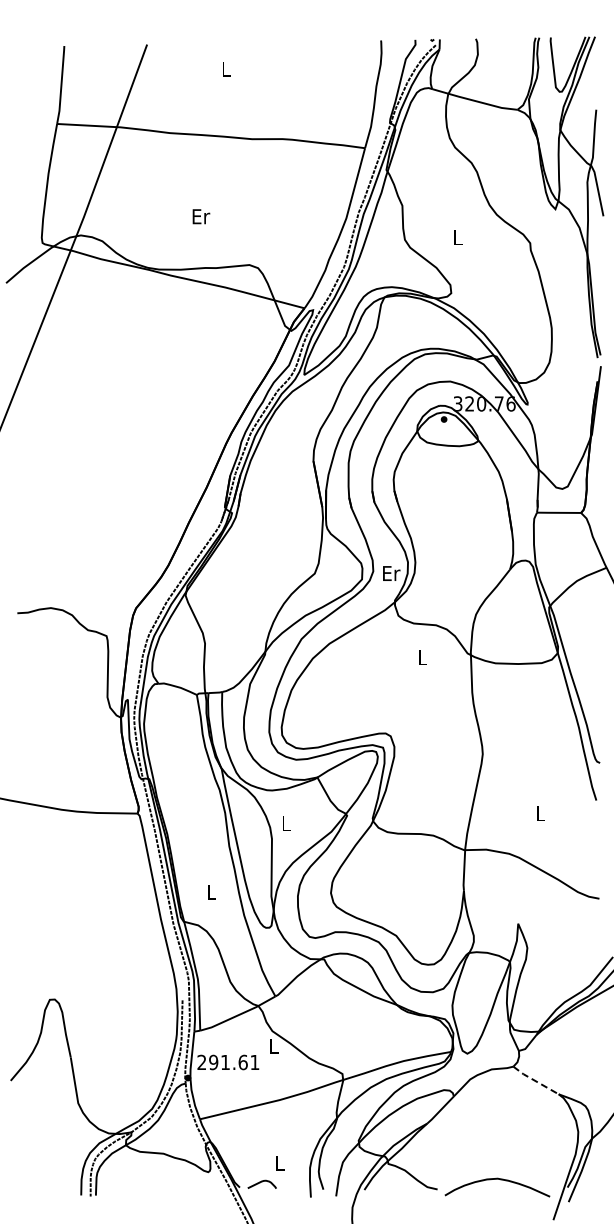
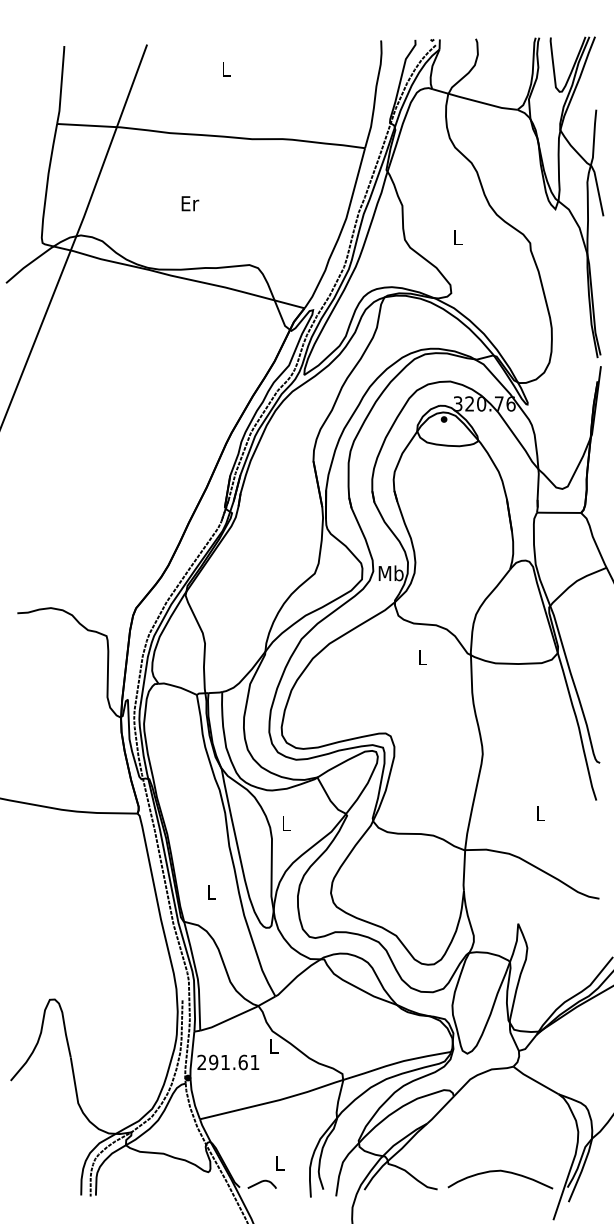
text at (201, 216) position: (201, 216) -> (190, 203)
text at (390, 573): Er -> Mb
line at (535, 1081): dashed -> solid
curve at (500, 1180) position: (500, 1180) -> (503, 1172)
